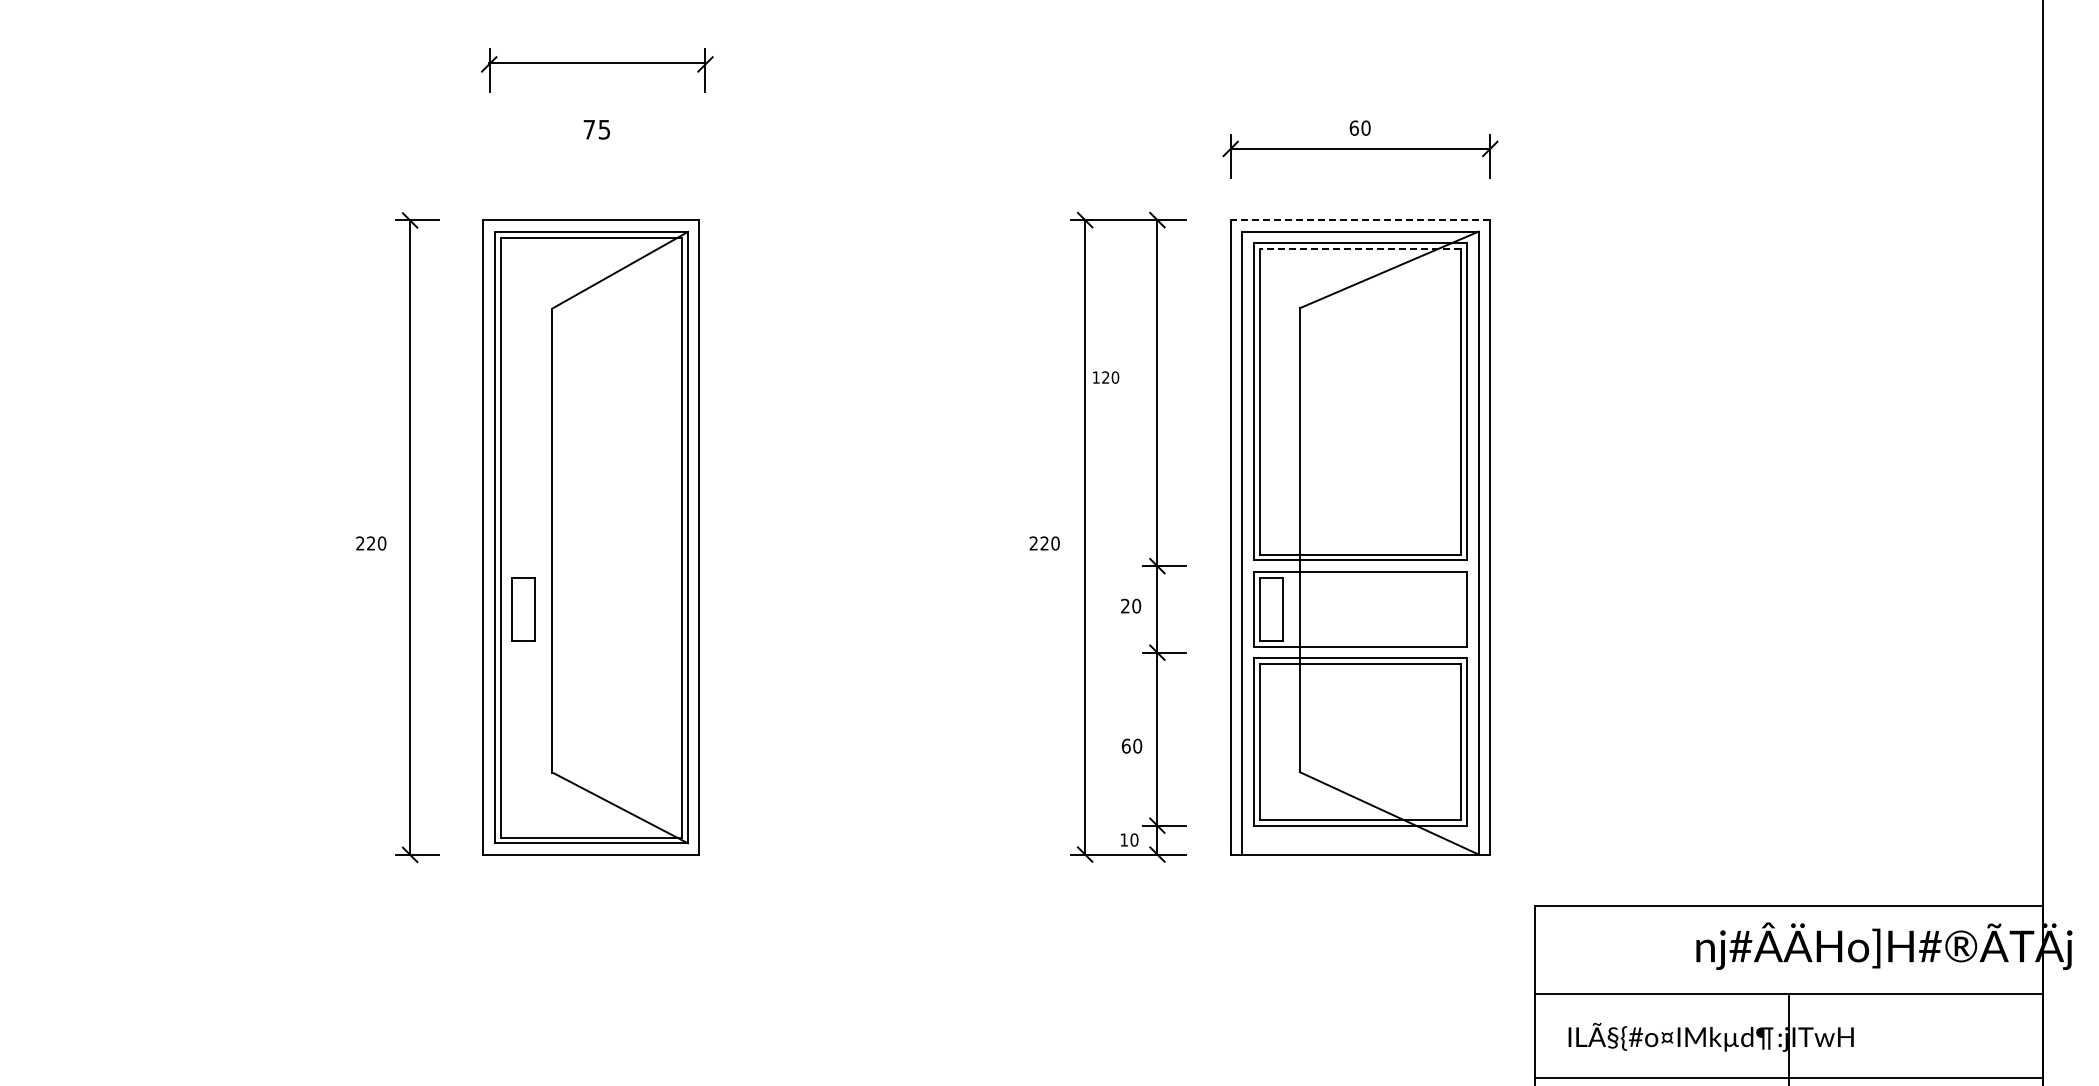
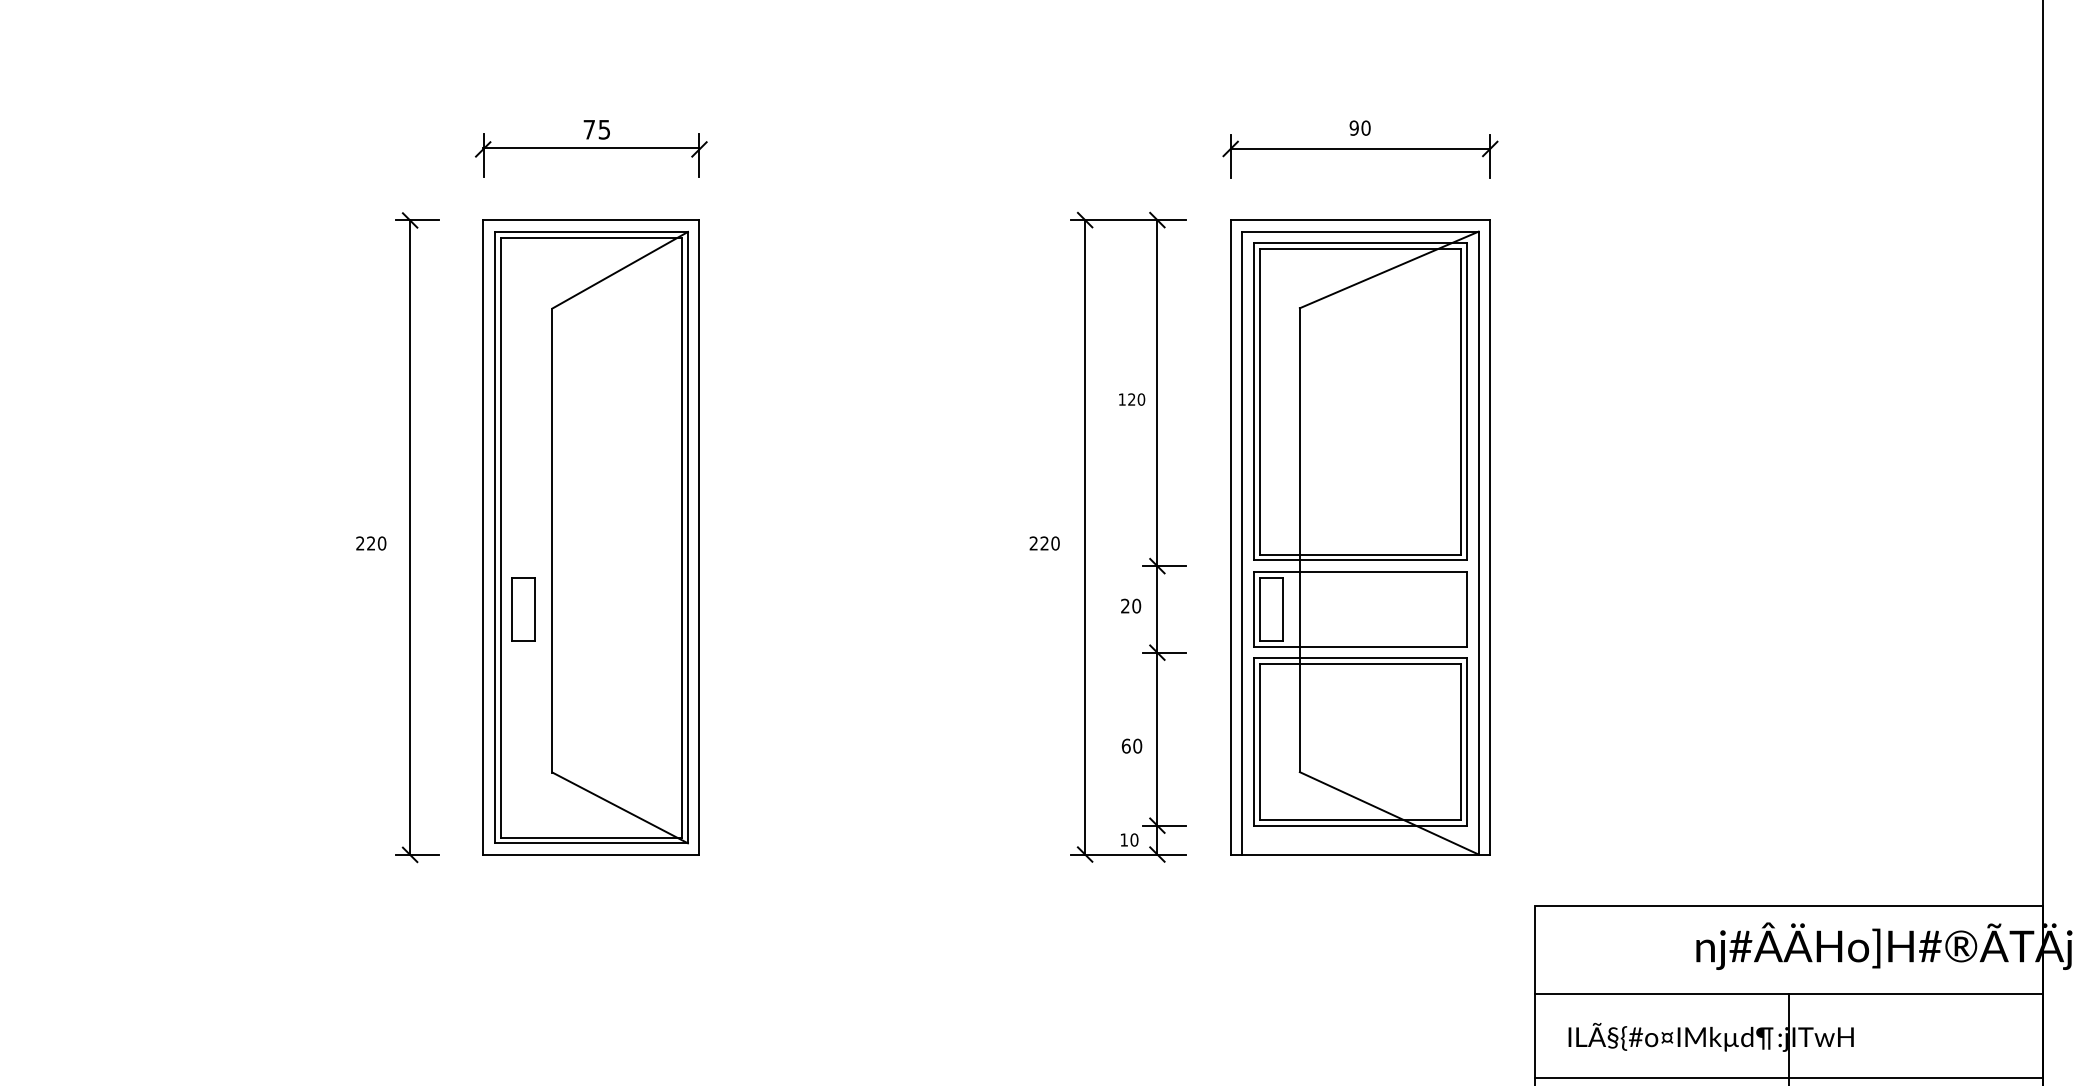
part at (596, 63) position: (596, 63) -> (590, 148)
text at (1353, 127): 60 -> 90
line at (1360, 220): dashed -> solid
line at (1360, 248): dashed -> solid
text at (1106, 377) position: (1106, 377) -> (1132, 399)
